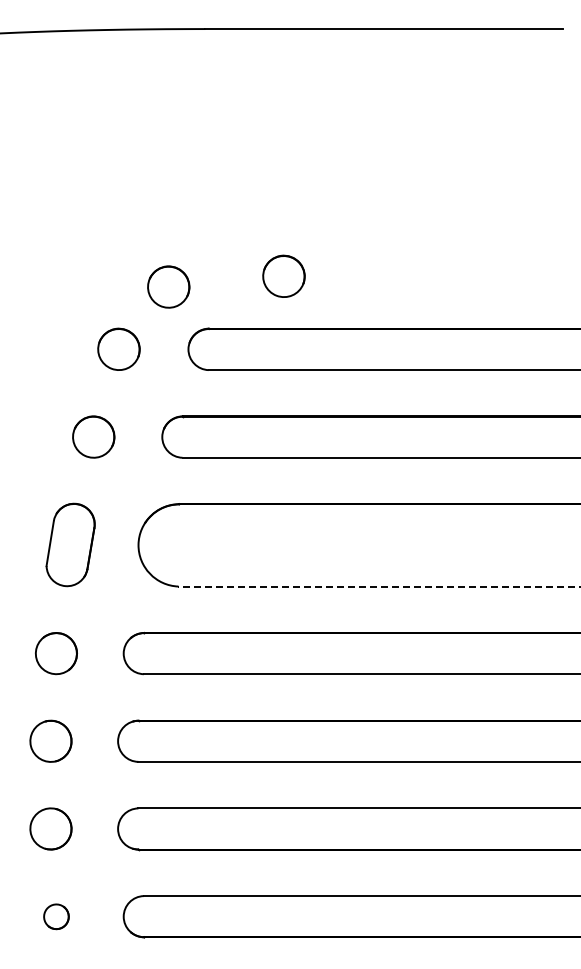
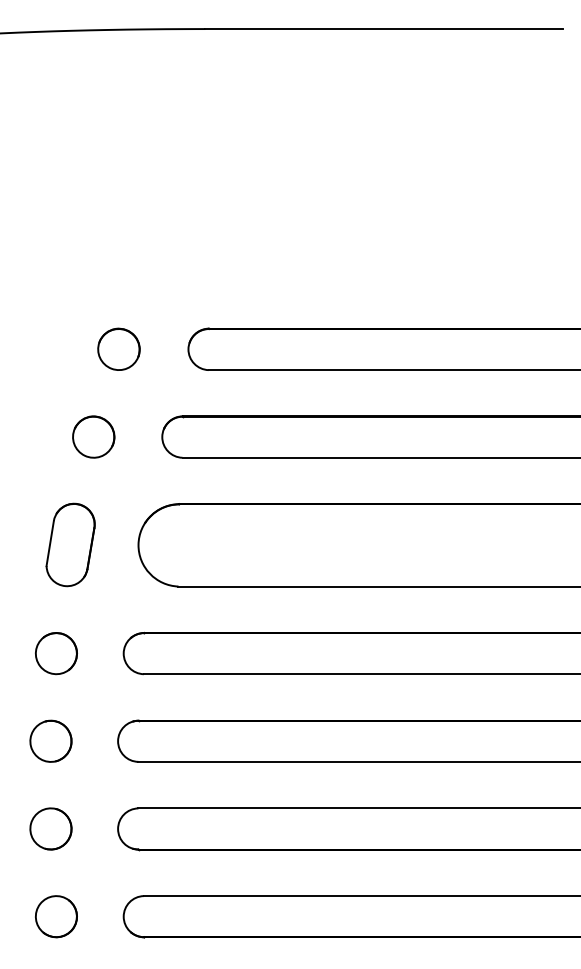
part at (283, 275): present -> none
part at (168, 286): present -> none
line at (379, 586): dashed -> solid
part at (56, 916) size: 27x28 px -> 43x44 px
